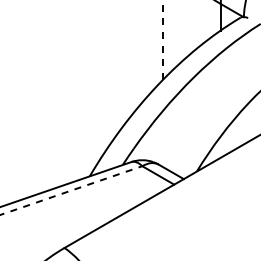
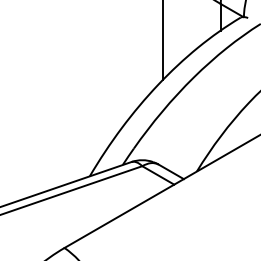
line at (163, 39): dashed -> solid
line at (71, 190): dashed -> solid
